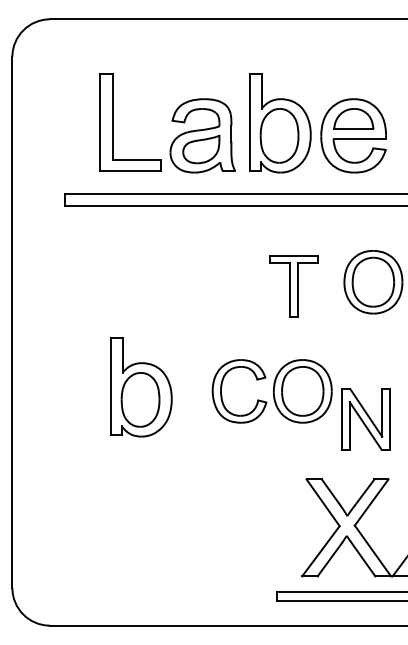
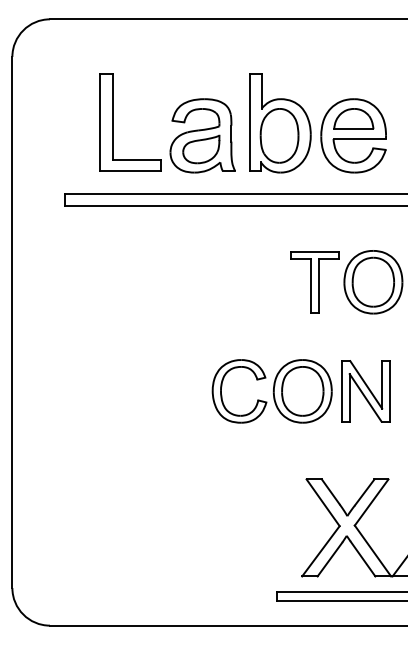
part at (293, 286) position: (293, 286) -> (314, 282)
part at (141, 387): present -> none
part at (365, 419) position: (365, 419) -> (365, 391)
